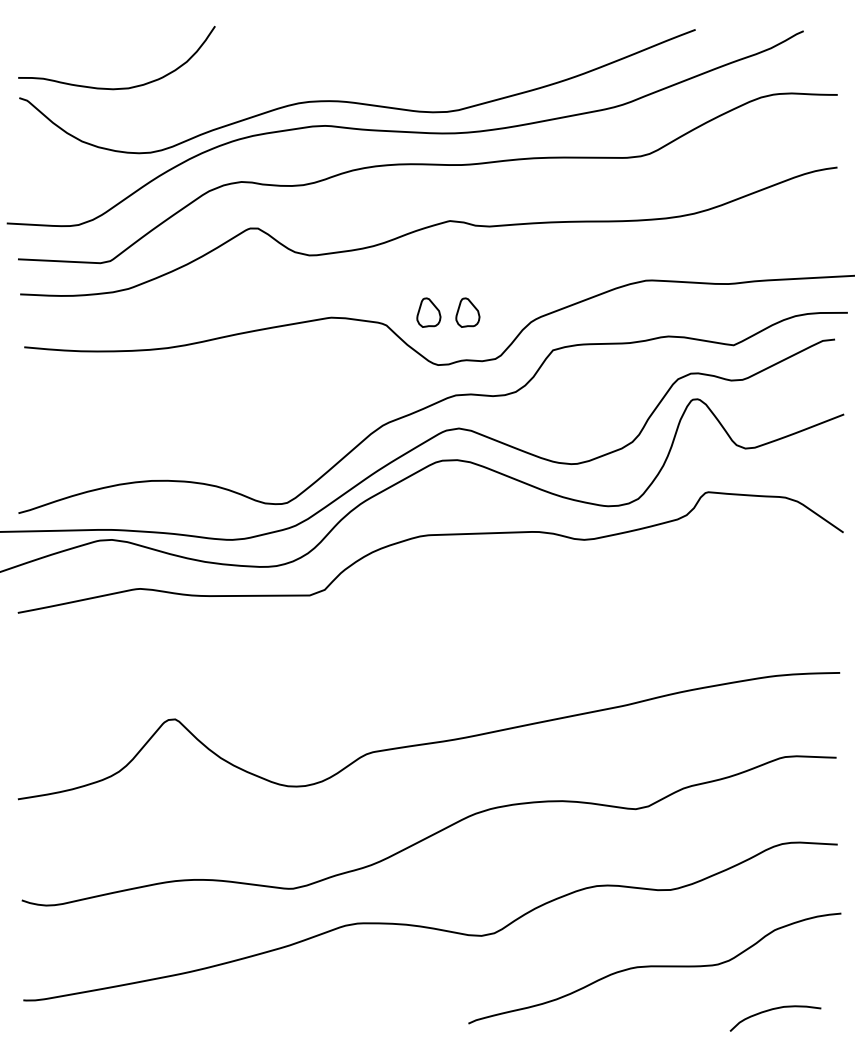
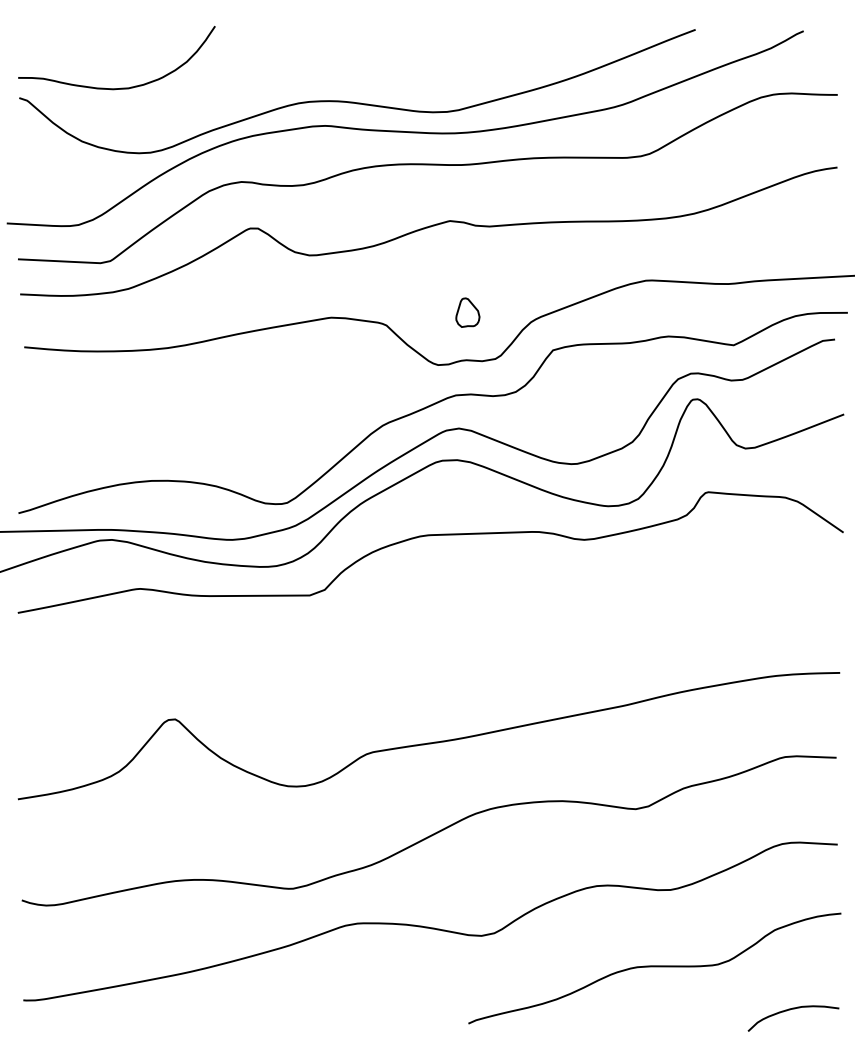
part at (428, 312): present -> none
curve at (772, 1010) position: (772, 1010) -> (790, 1010)
